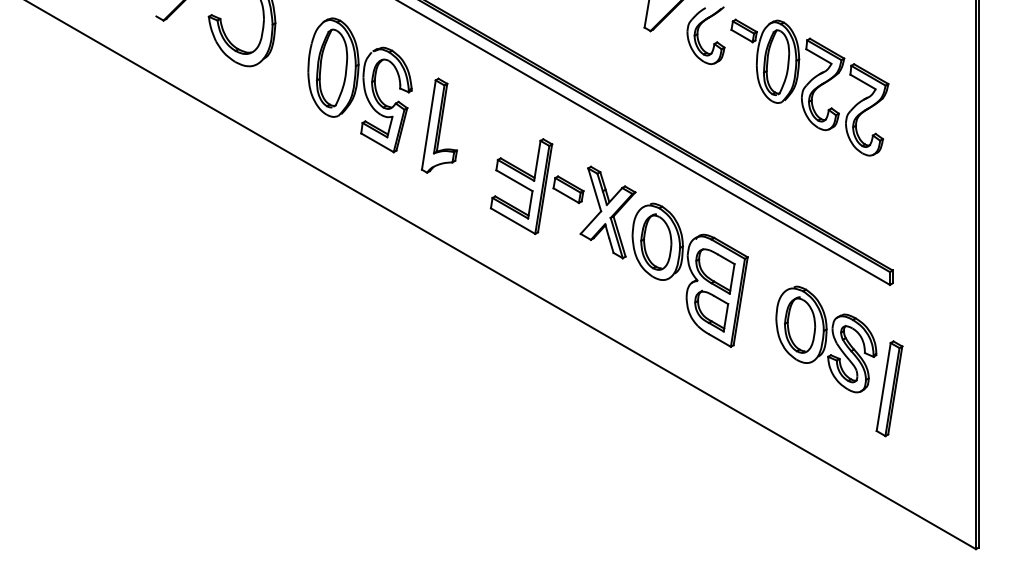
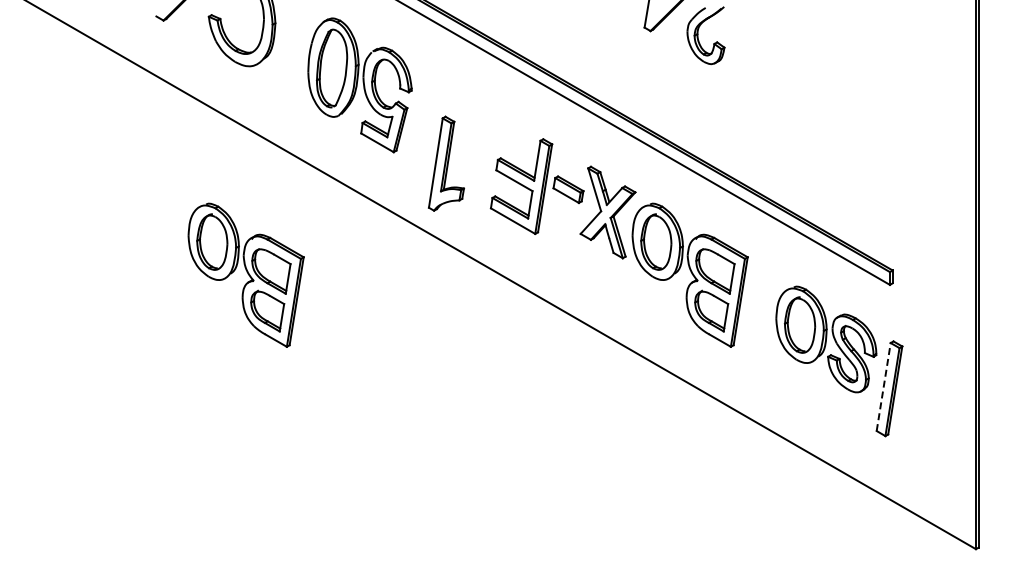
part at (809, 87): present -> none
part at (439, 125) position: (439, 125) -> (446, 163)
part at (245, 274): none -> present
line at (883, 387): solid -> dashed
